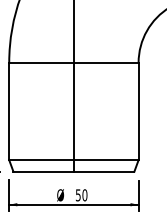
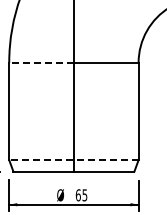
line at (41, 62): solid -> dashed
line at (73, 160): solid -> dashed
text at (81, 195): 50 -> 65
